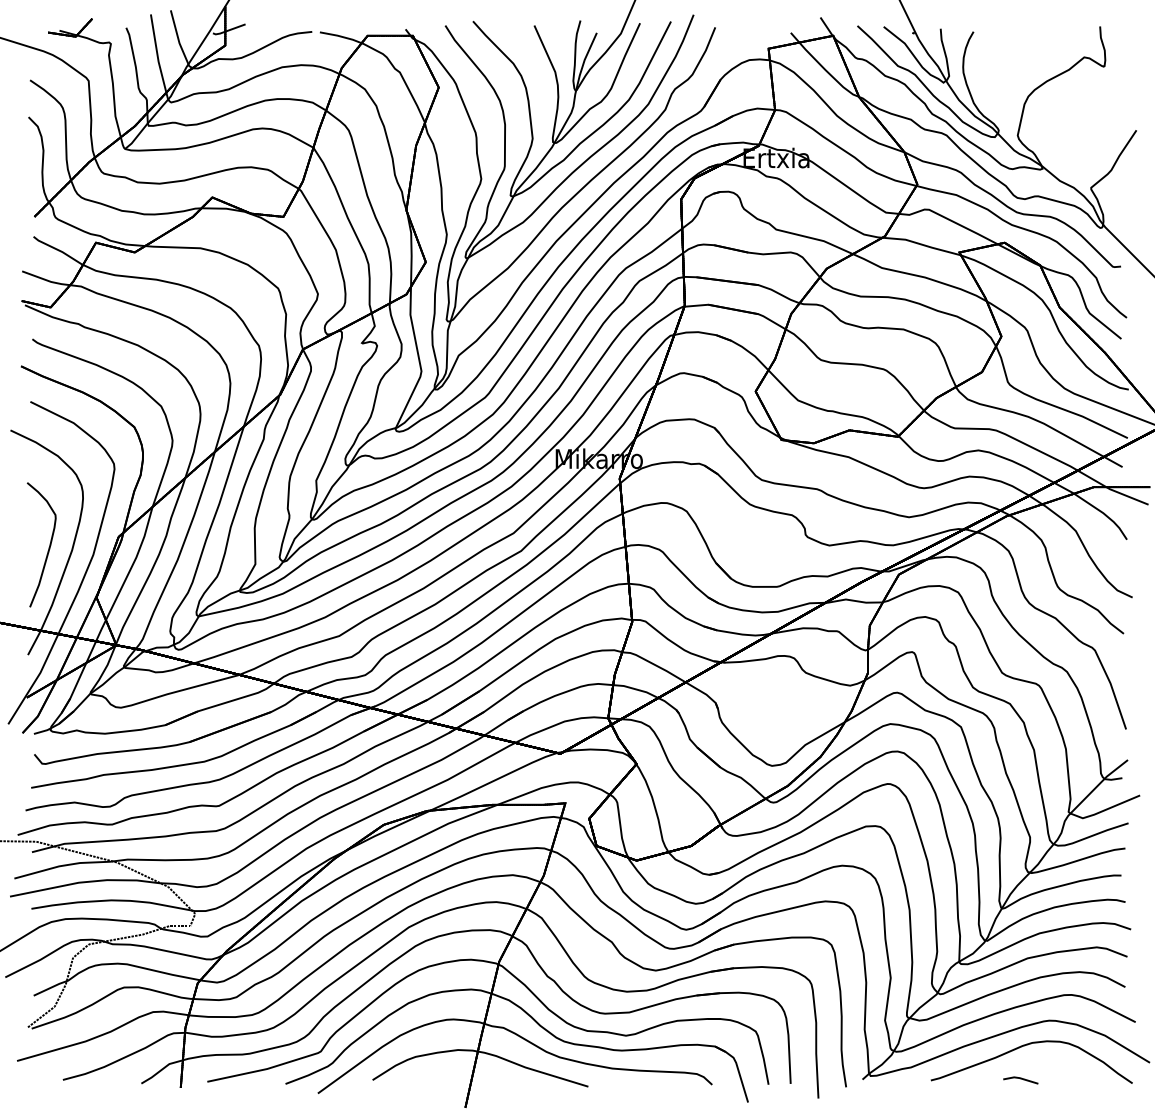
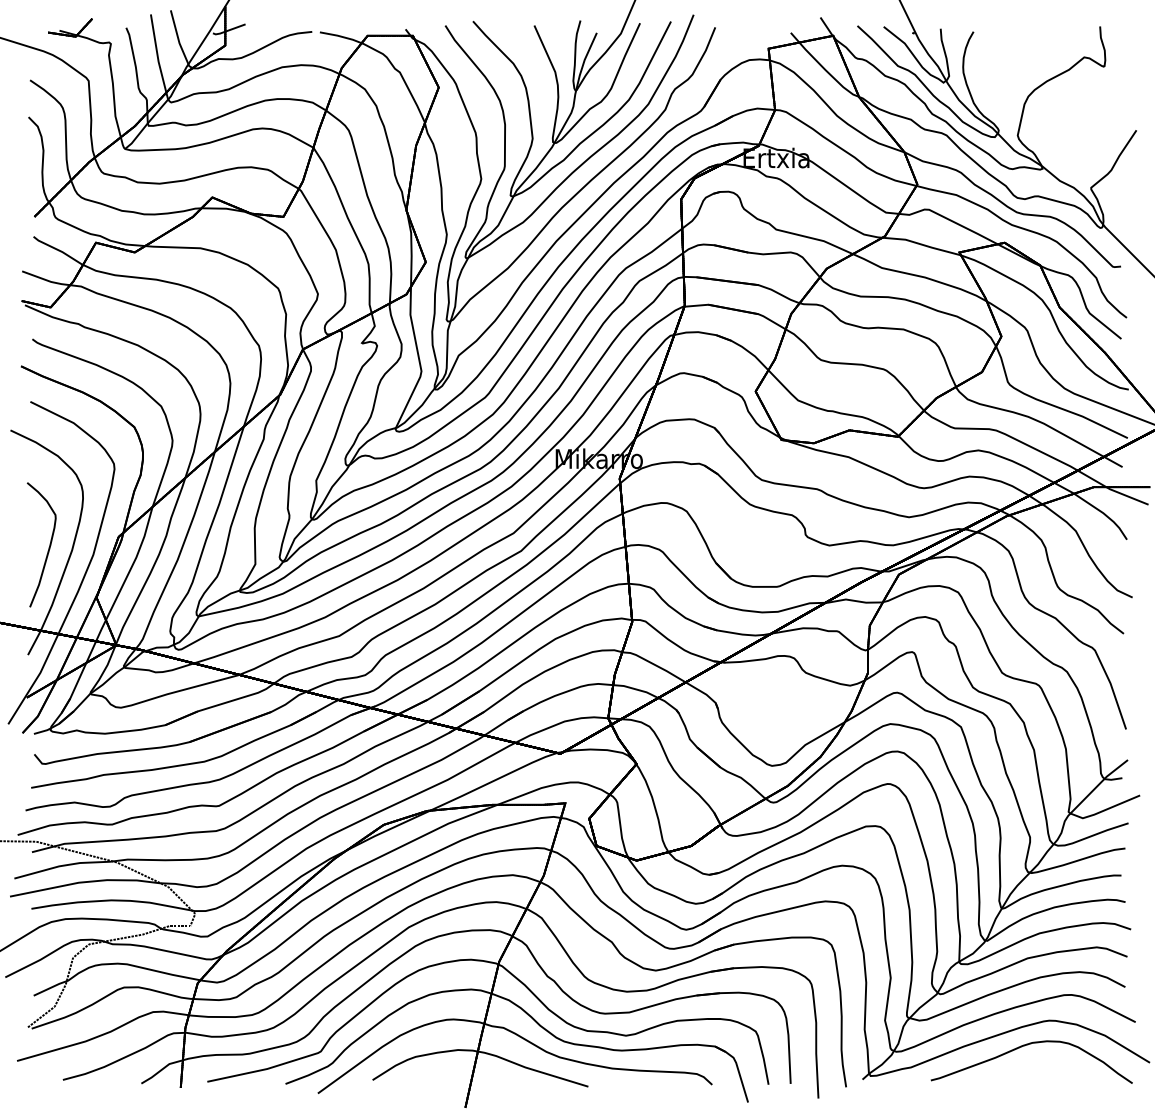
line at (1020, 1079): present -> none
